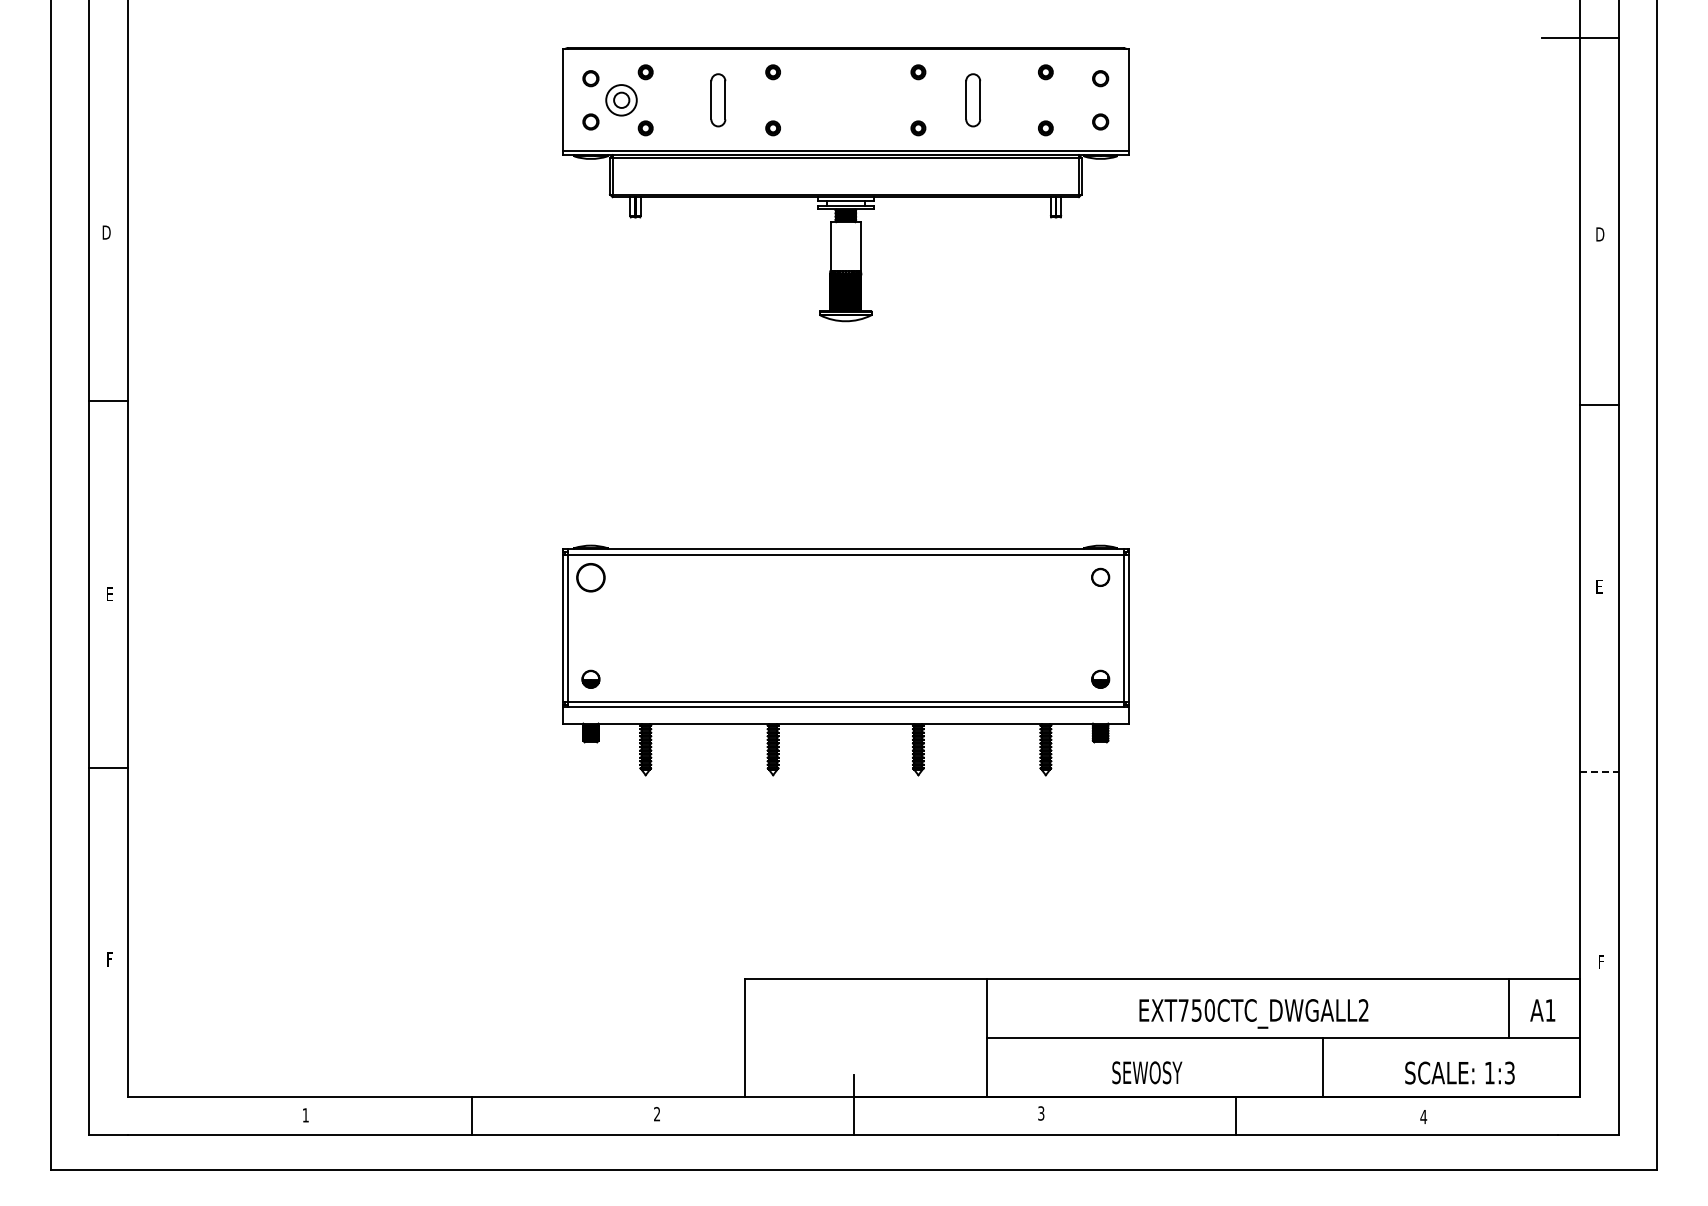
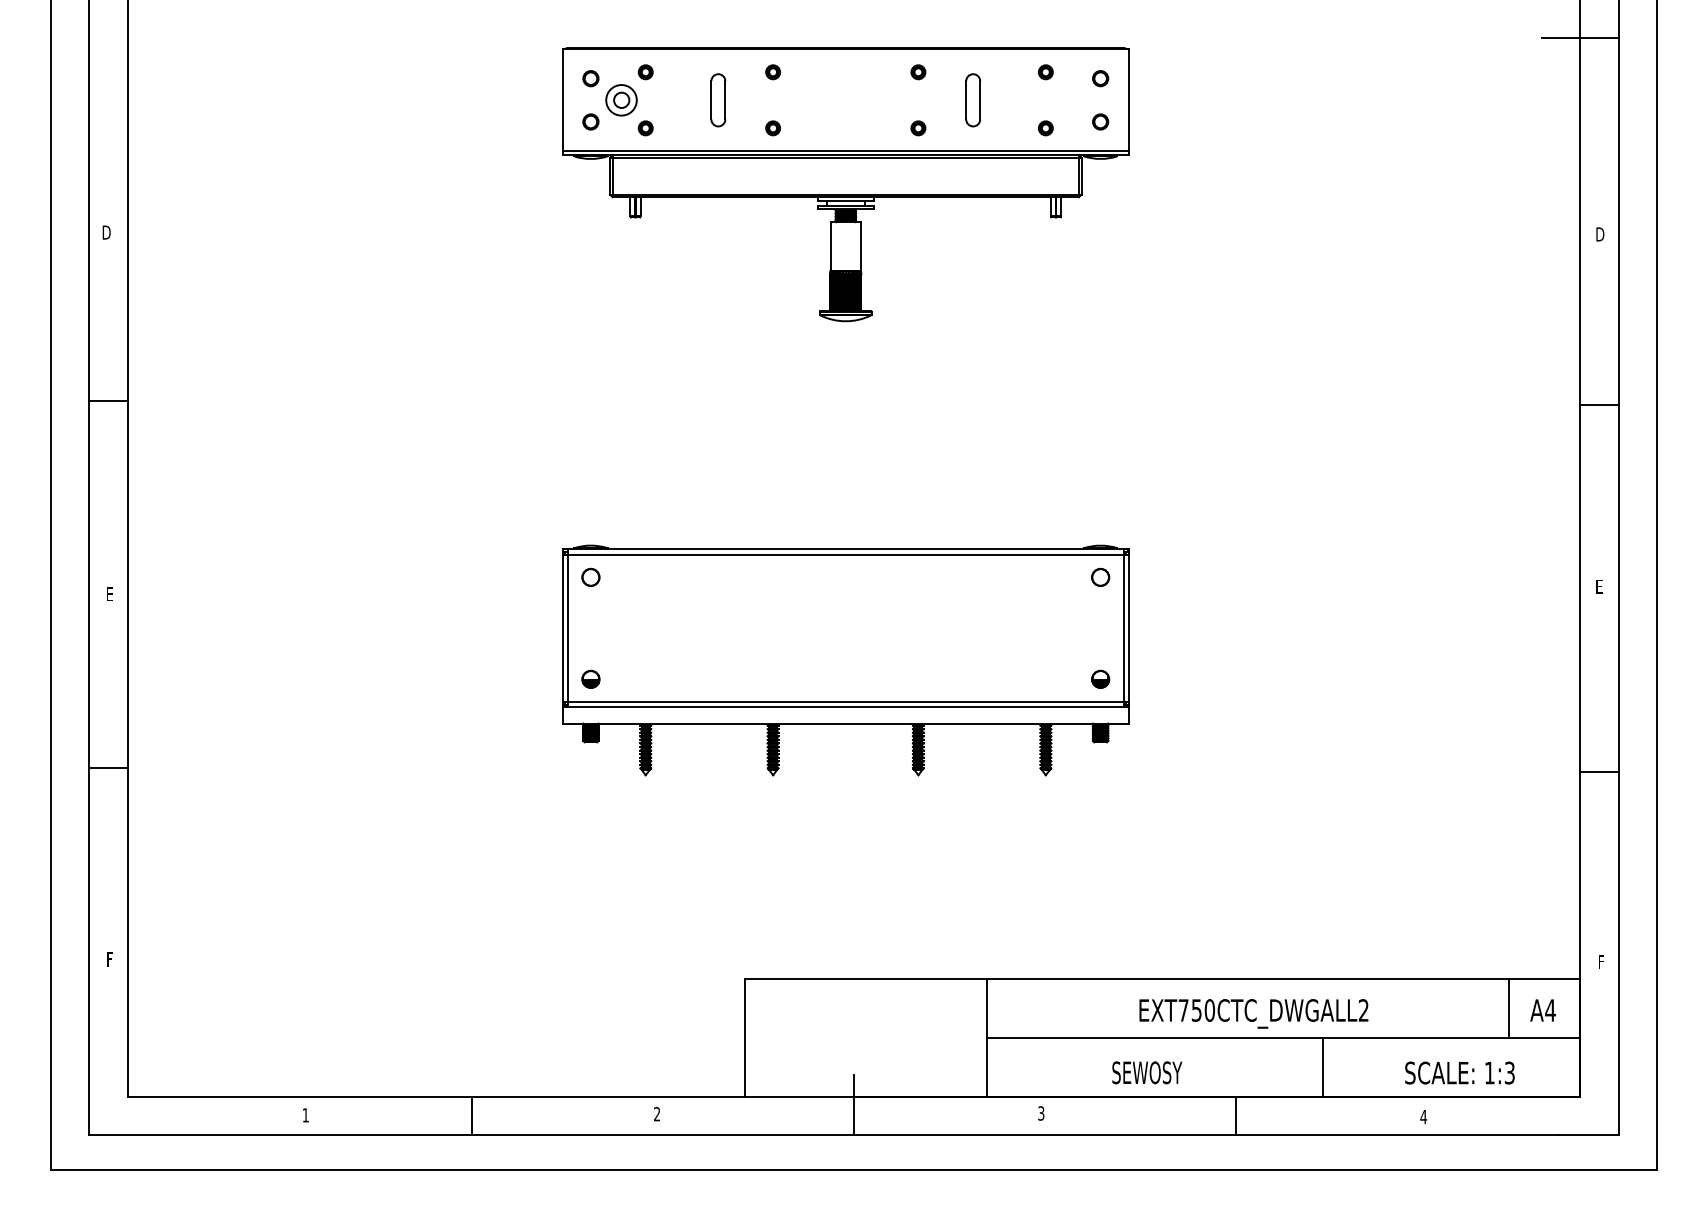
circle at (590, 577) size: 30x30 px -> 20x20 px
line at (1599, 772): dashed -> solid
text at (1550, 1010): A1 -> A4
